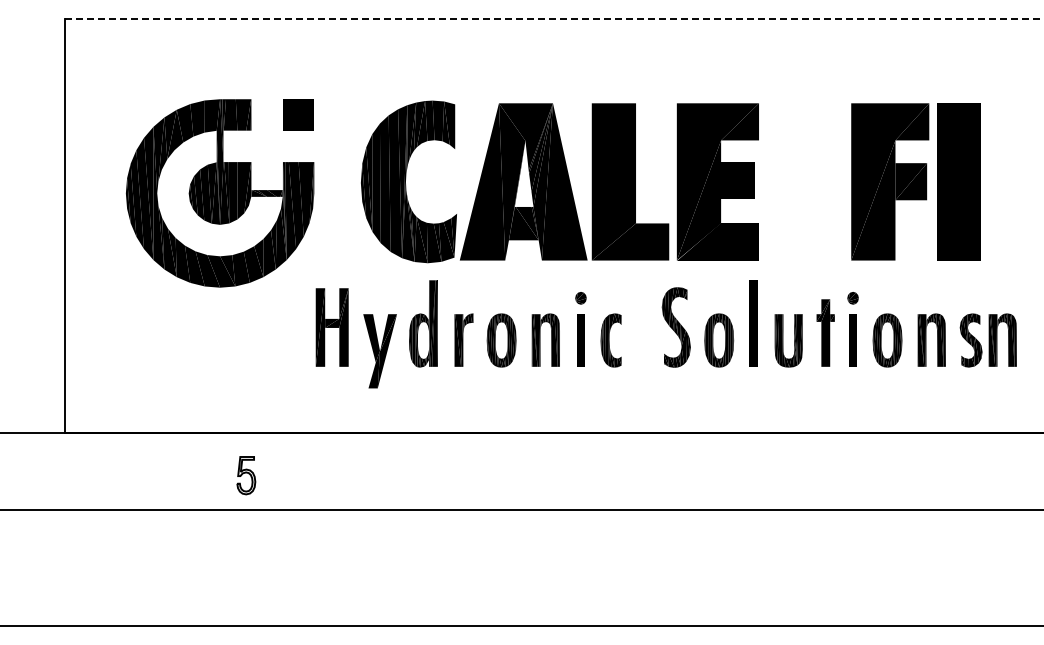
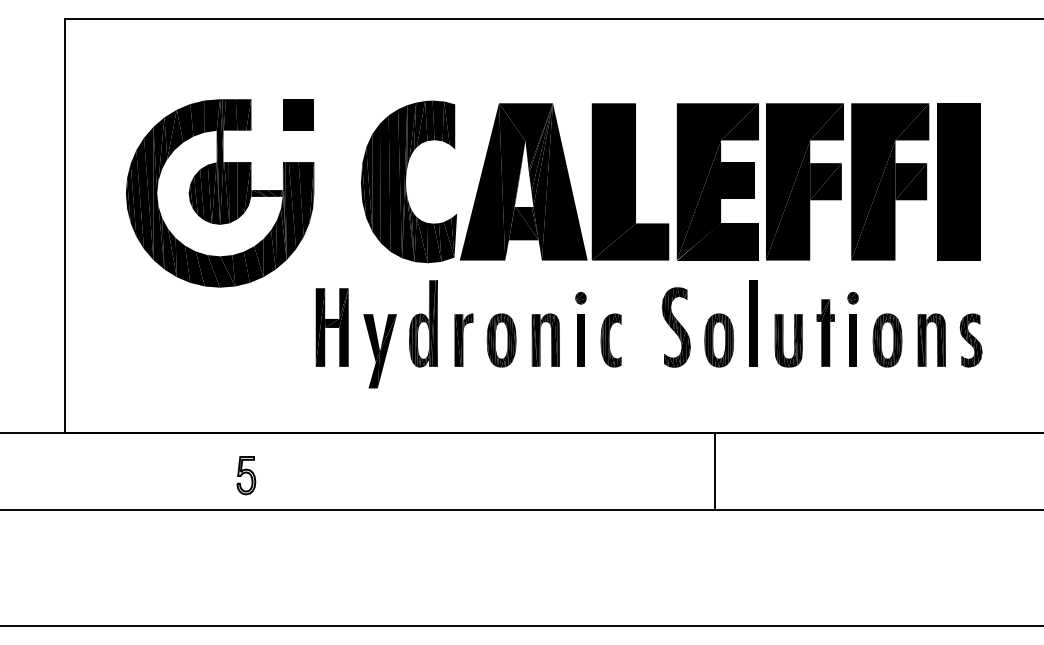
line at (554, 19): dashed -> solid
part at (804, 181): none -> present
part at (1002, 339): present -> none
line at (715, 471): none -> present
